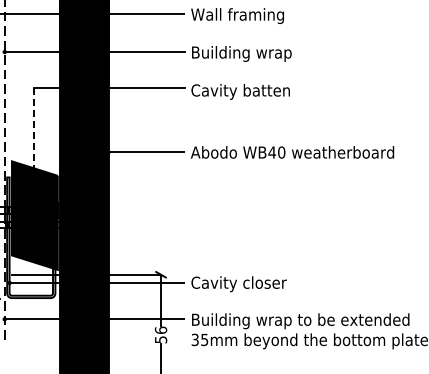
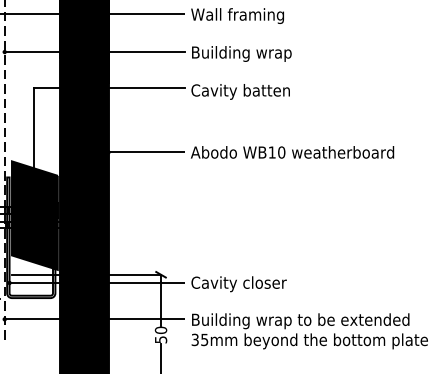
line at (33, 131): dashed -> solid
text at (272, 152): WB40 -> WB10
text at (160, 329): 56 -> 50
